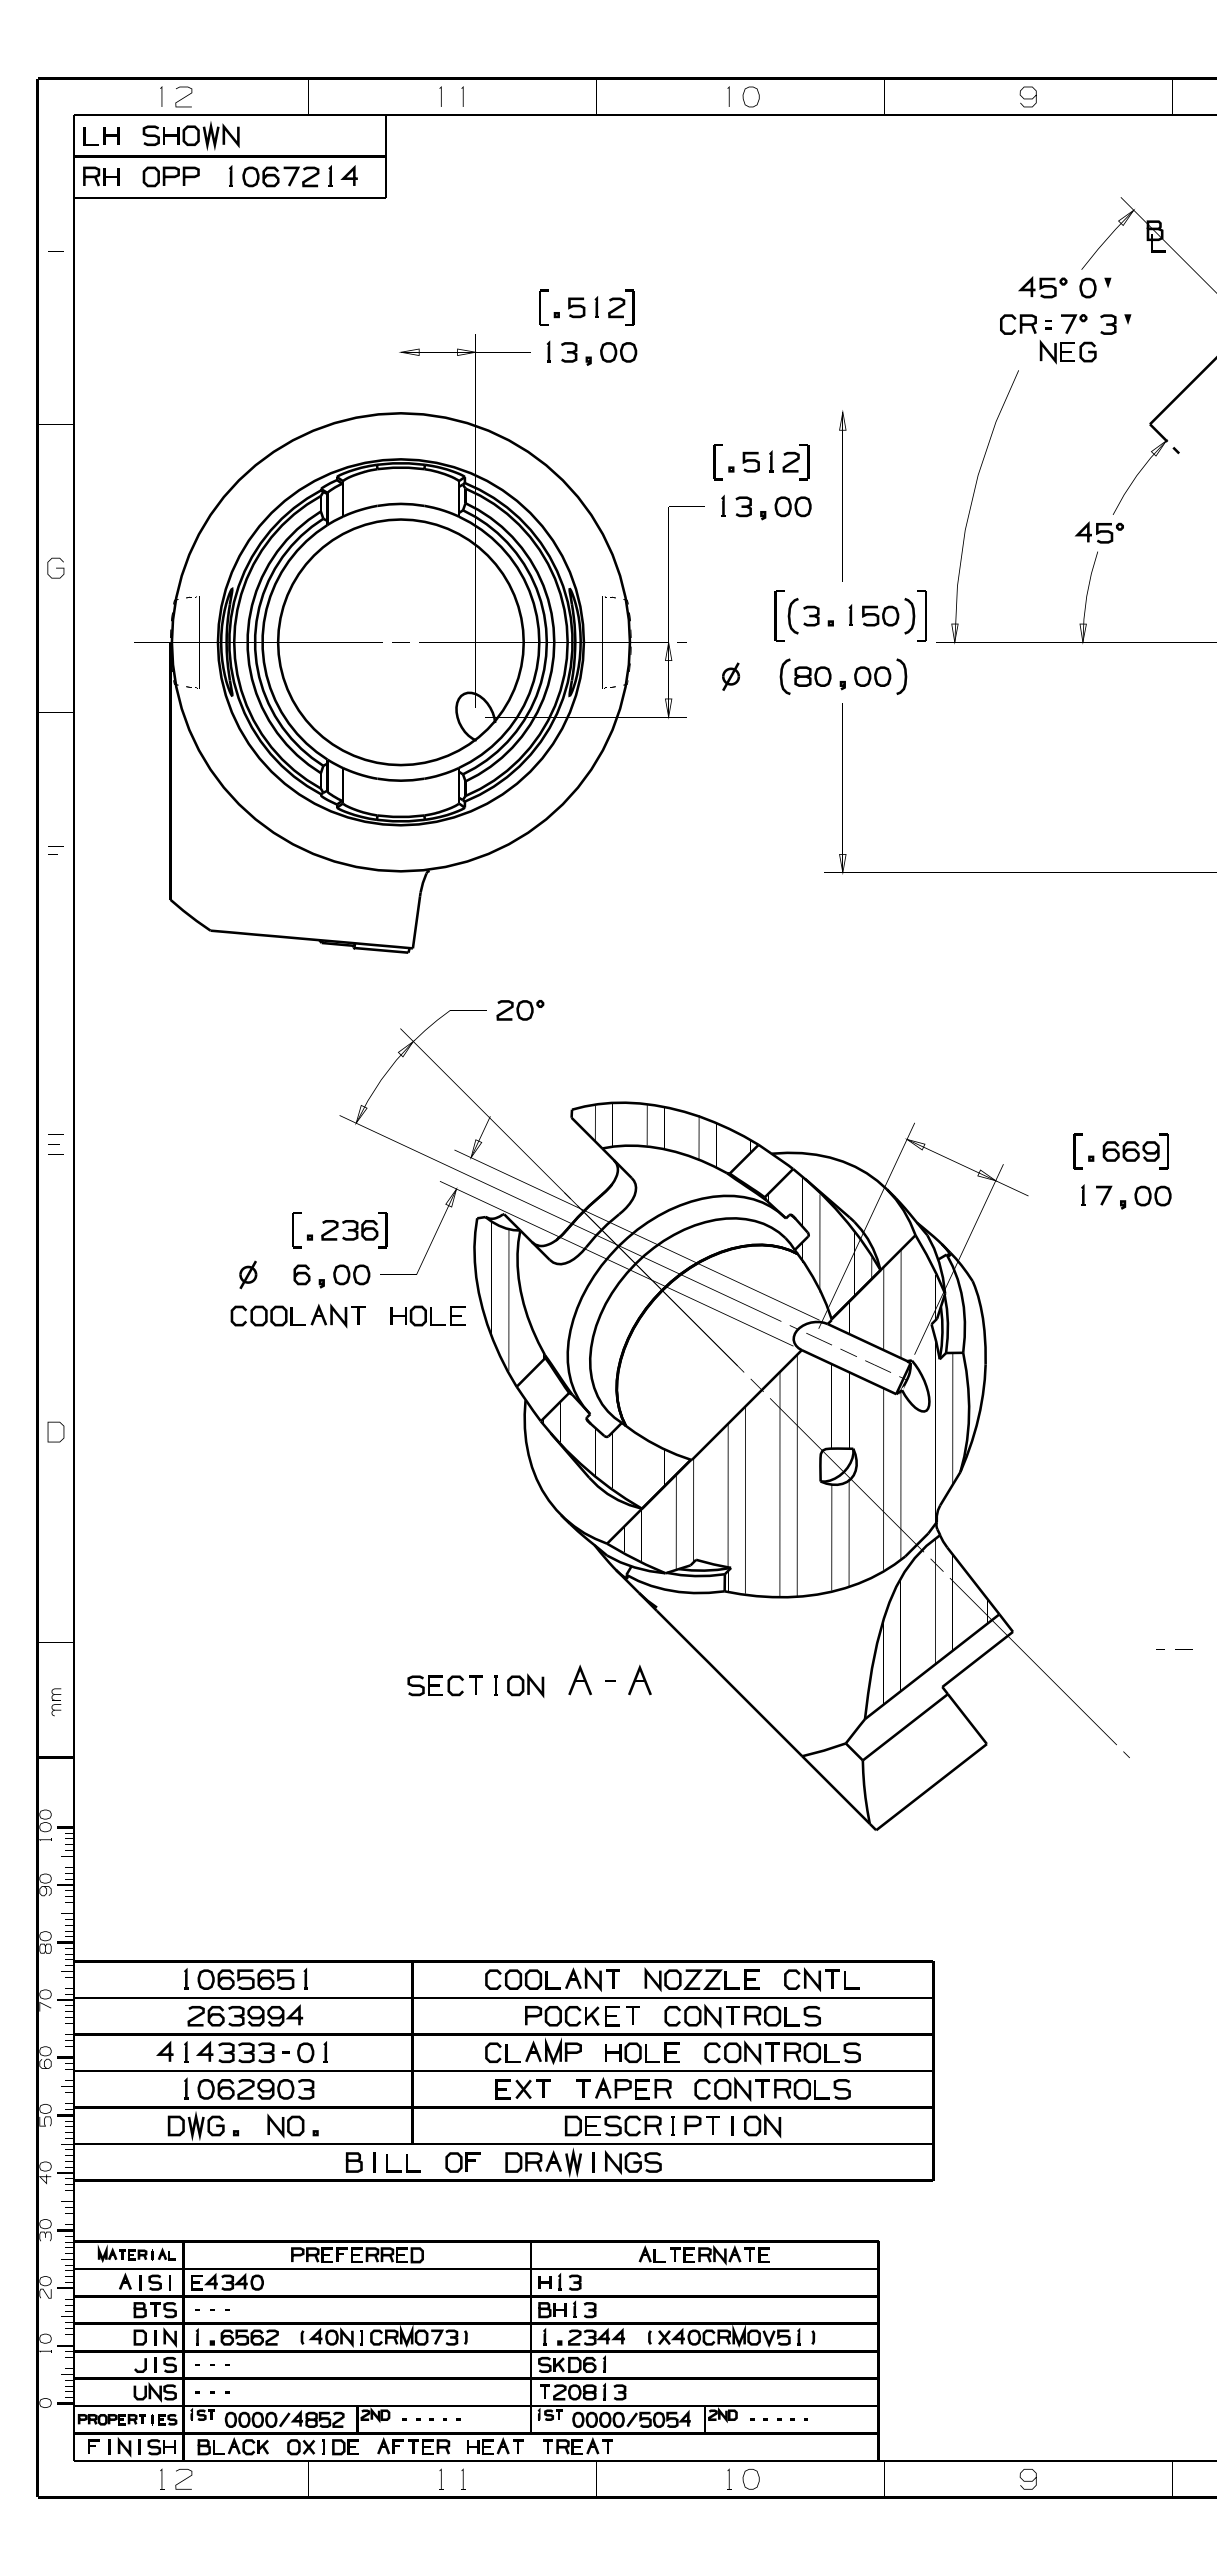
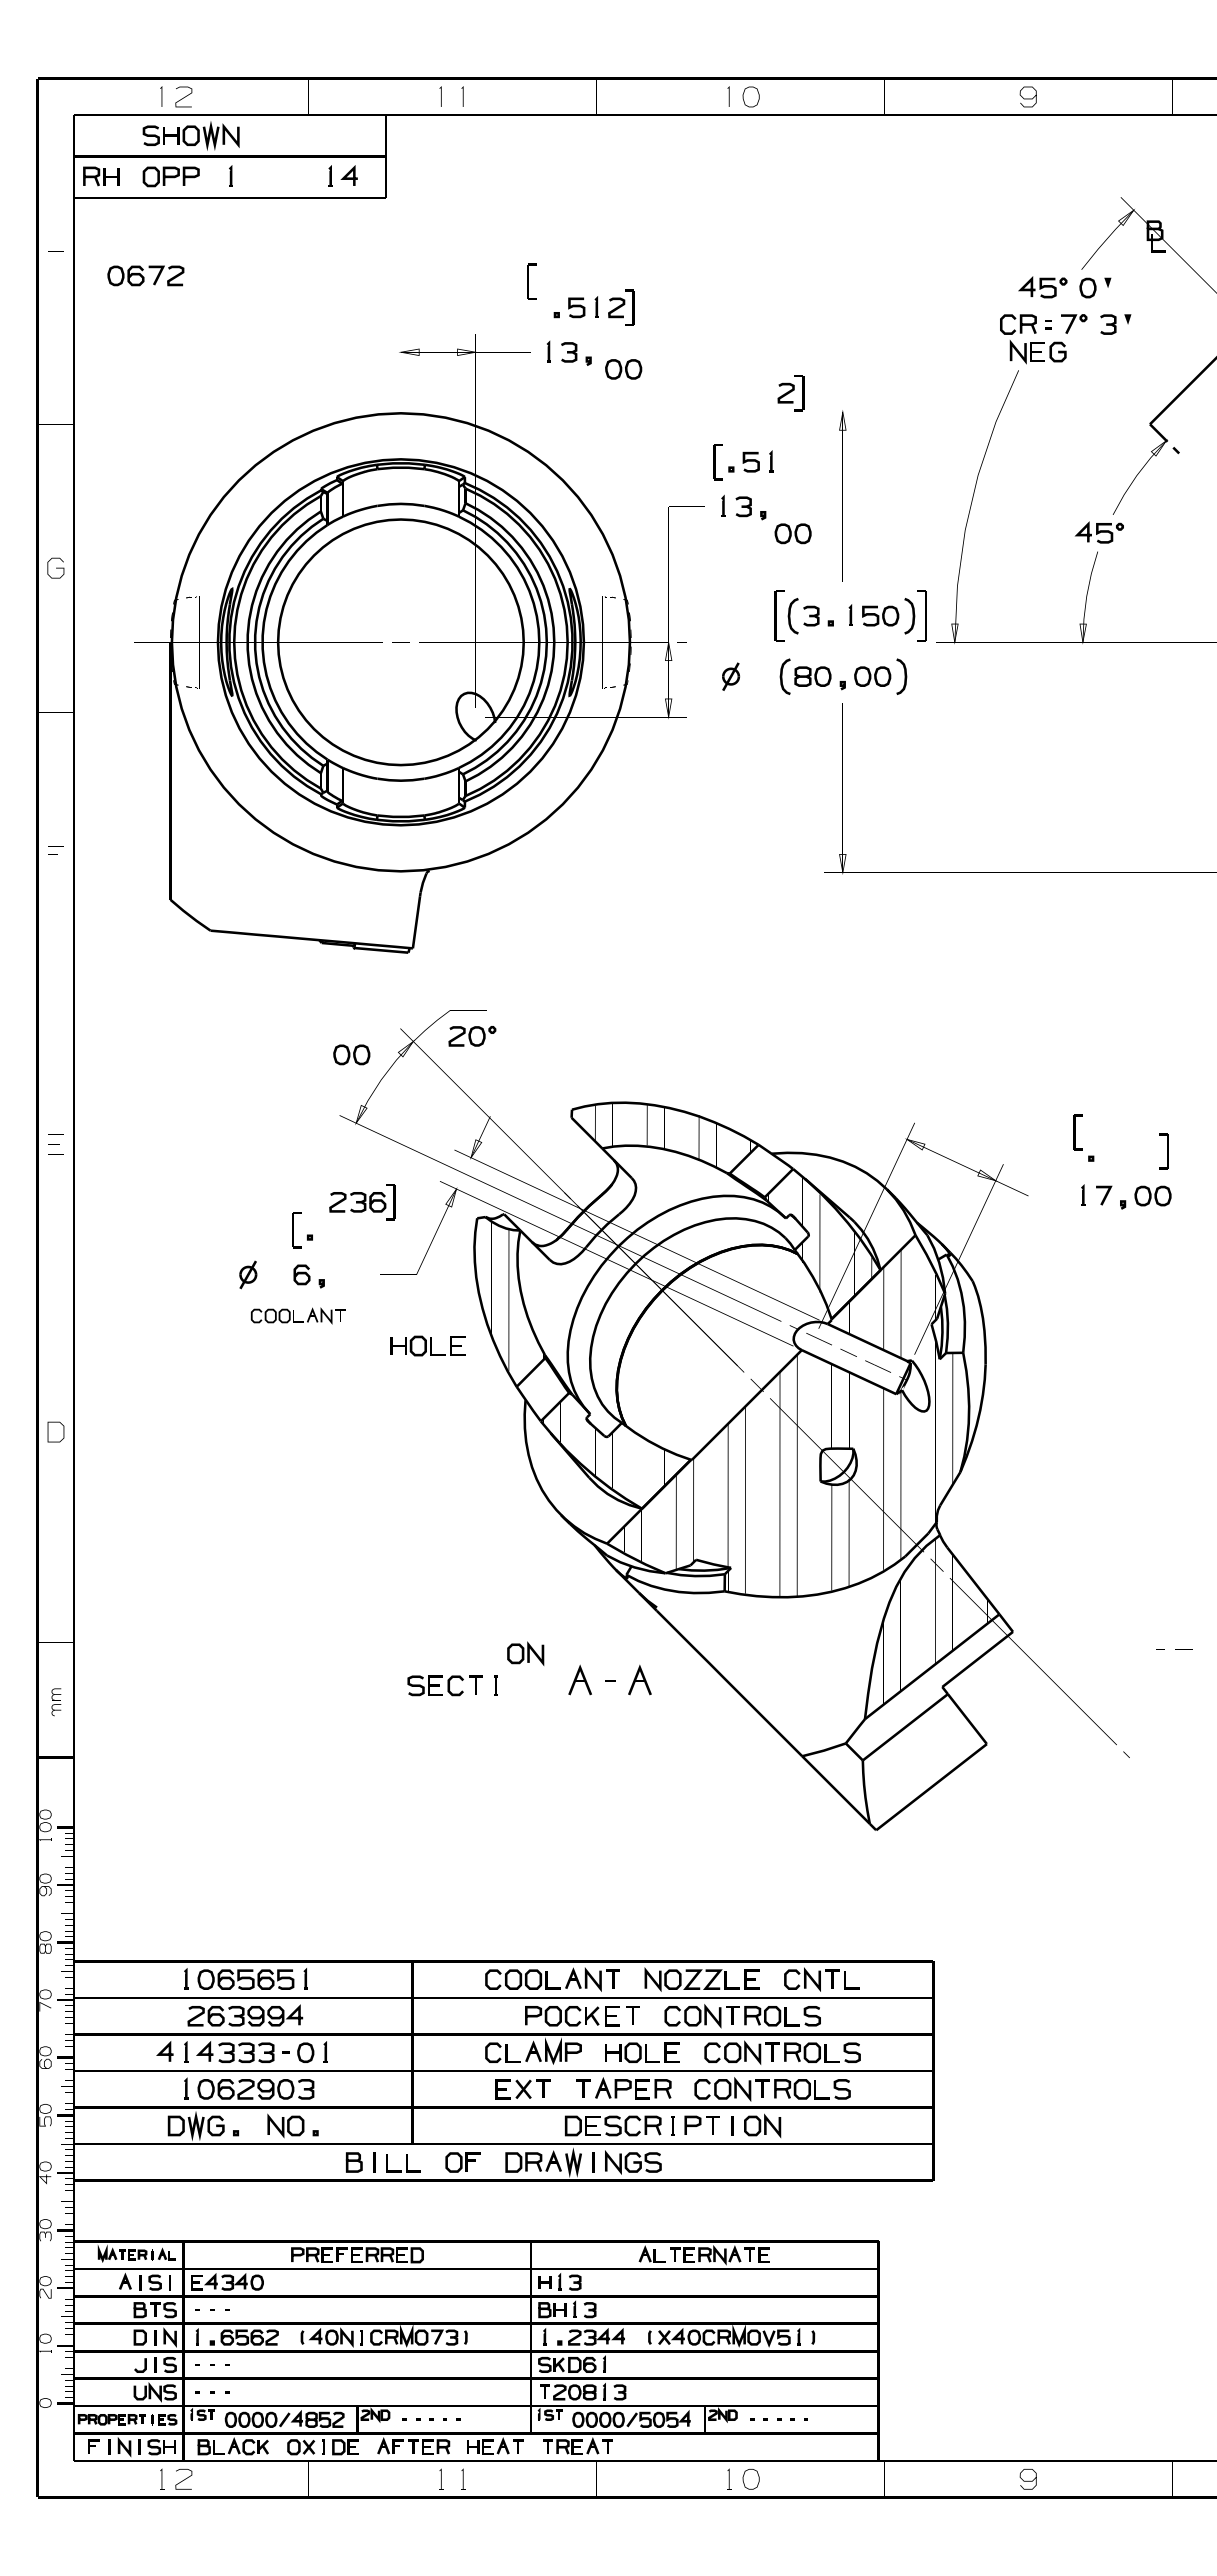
part at (101, 136): present -> none
part at (280, 176) position: (280, 176) -> (145, 275)
part at (543, 307) position: (543, 307) -> (531, 281)
part at (618, 352) position: (618, 352) -> (623, 369)
part at (1067, 352) position: (1067, 352) -> (1037, 352)
part at (795, 462) position: (795, 462) -> (790, 393)
part at (792, 506) position: (792, 506) -> (792, 533)
part at (520, 1010) position: (520, 1010) -> (472, 1036)
part at (1077, 1151) position: (1077, 1151) -> (1077, 1132)
part at (1130, 1151): present -> none
part at (354, 1230) position: (354, 1230) -> (362, 1202)
part at (351, 1274) position: (351, 1274) -> (351, 1054)
part at (297, 1315) size: 136x26 px -> 96x18 px
part at (427, 1315) position: (427, 1315) -> (427, 1345)
part at (525, 1685) position: (525, 1685) -> (525, 1653)
